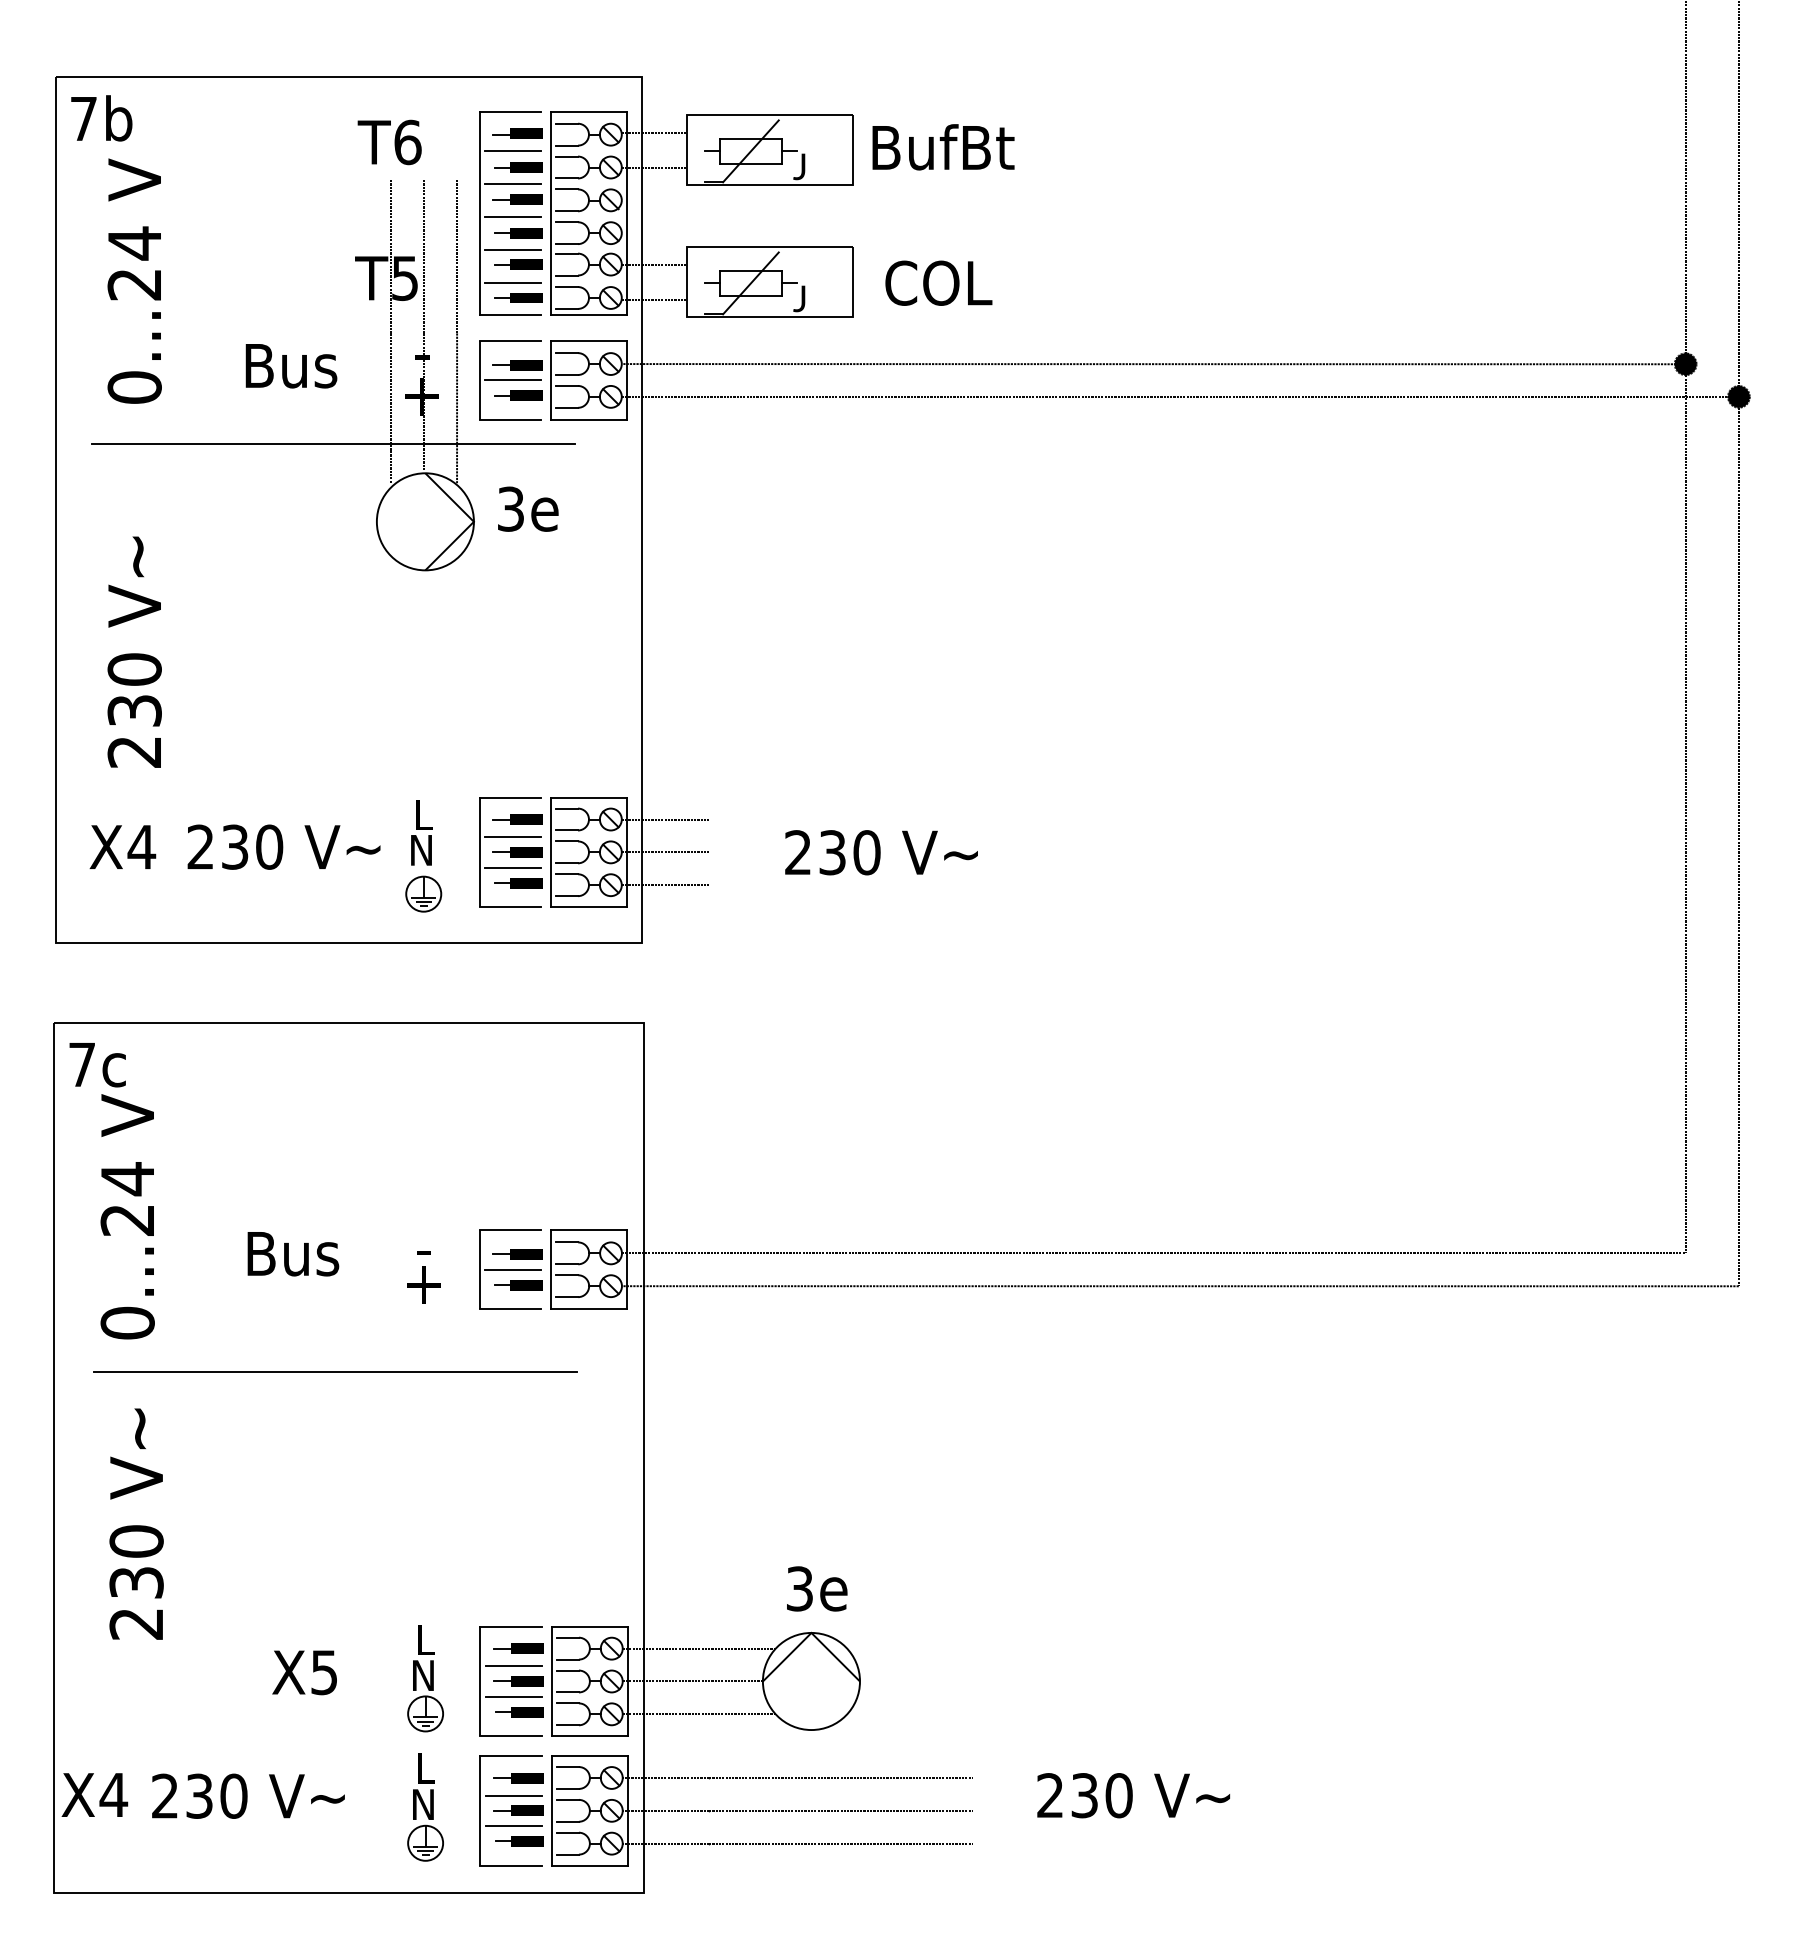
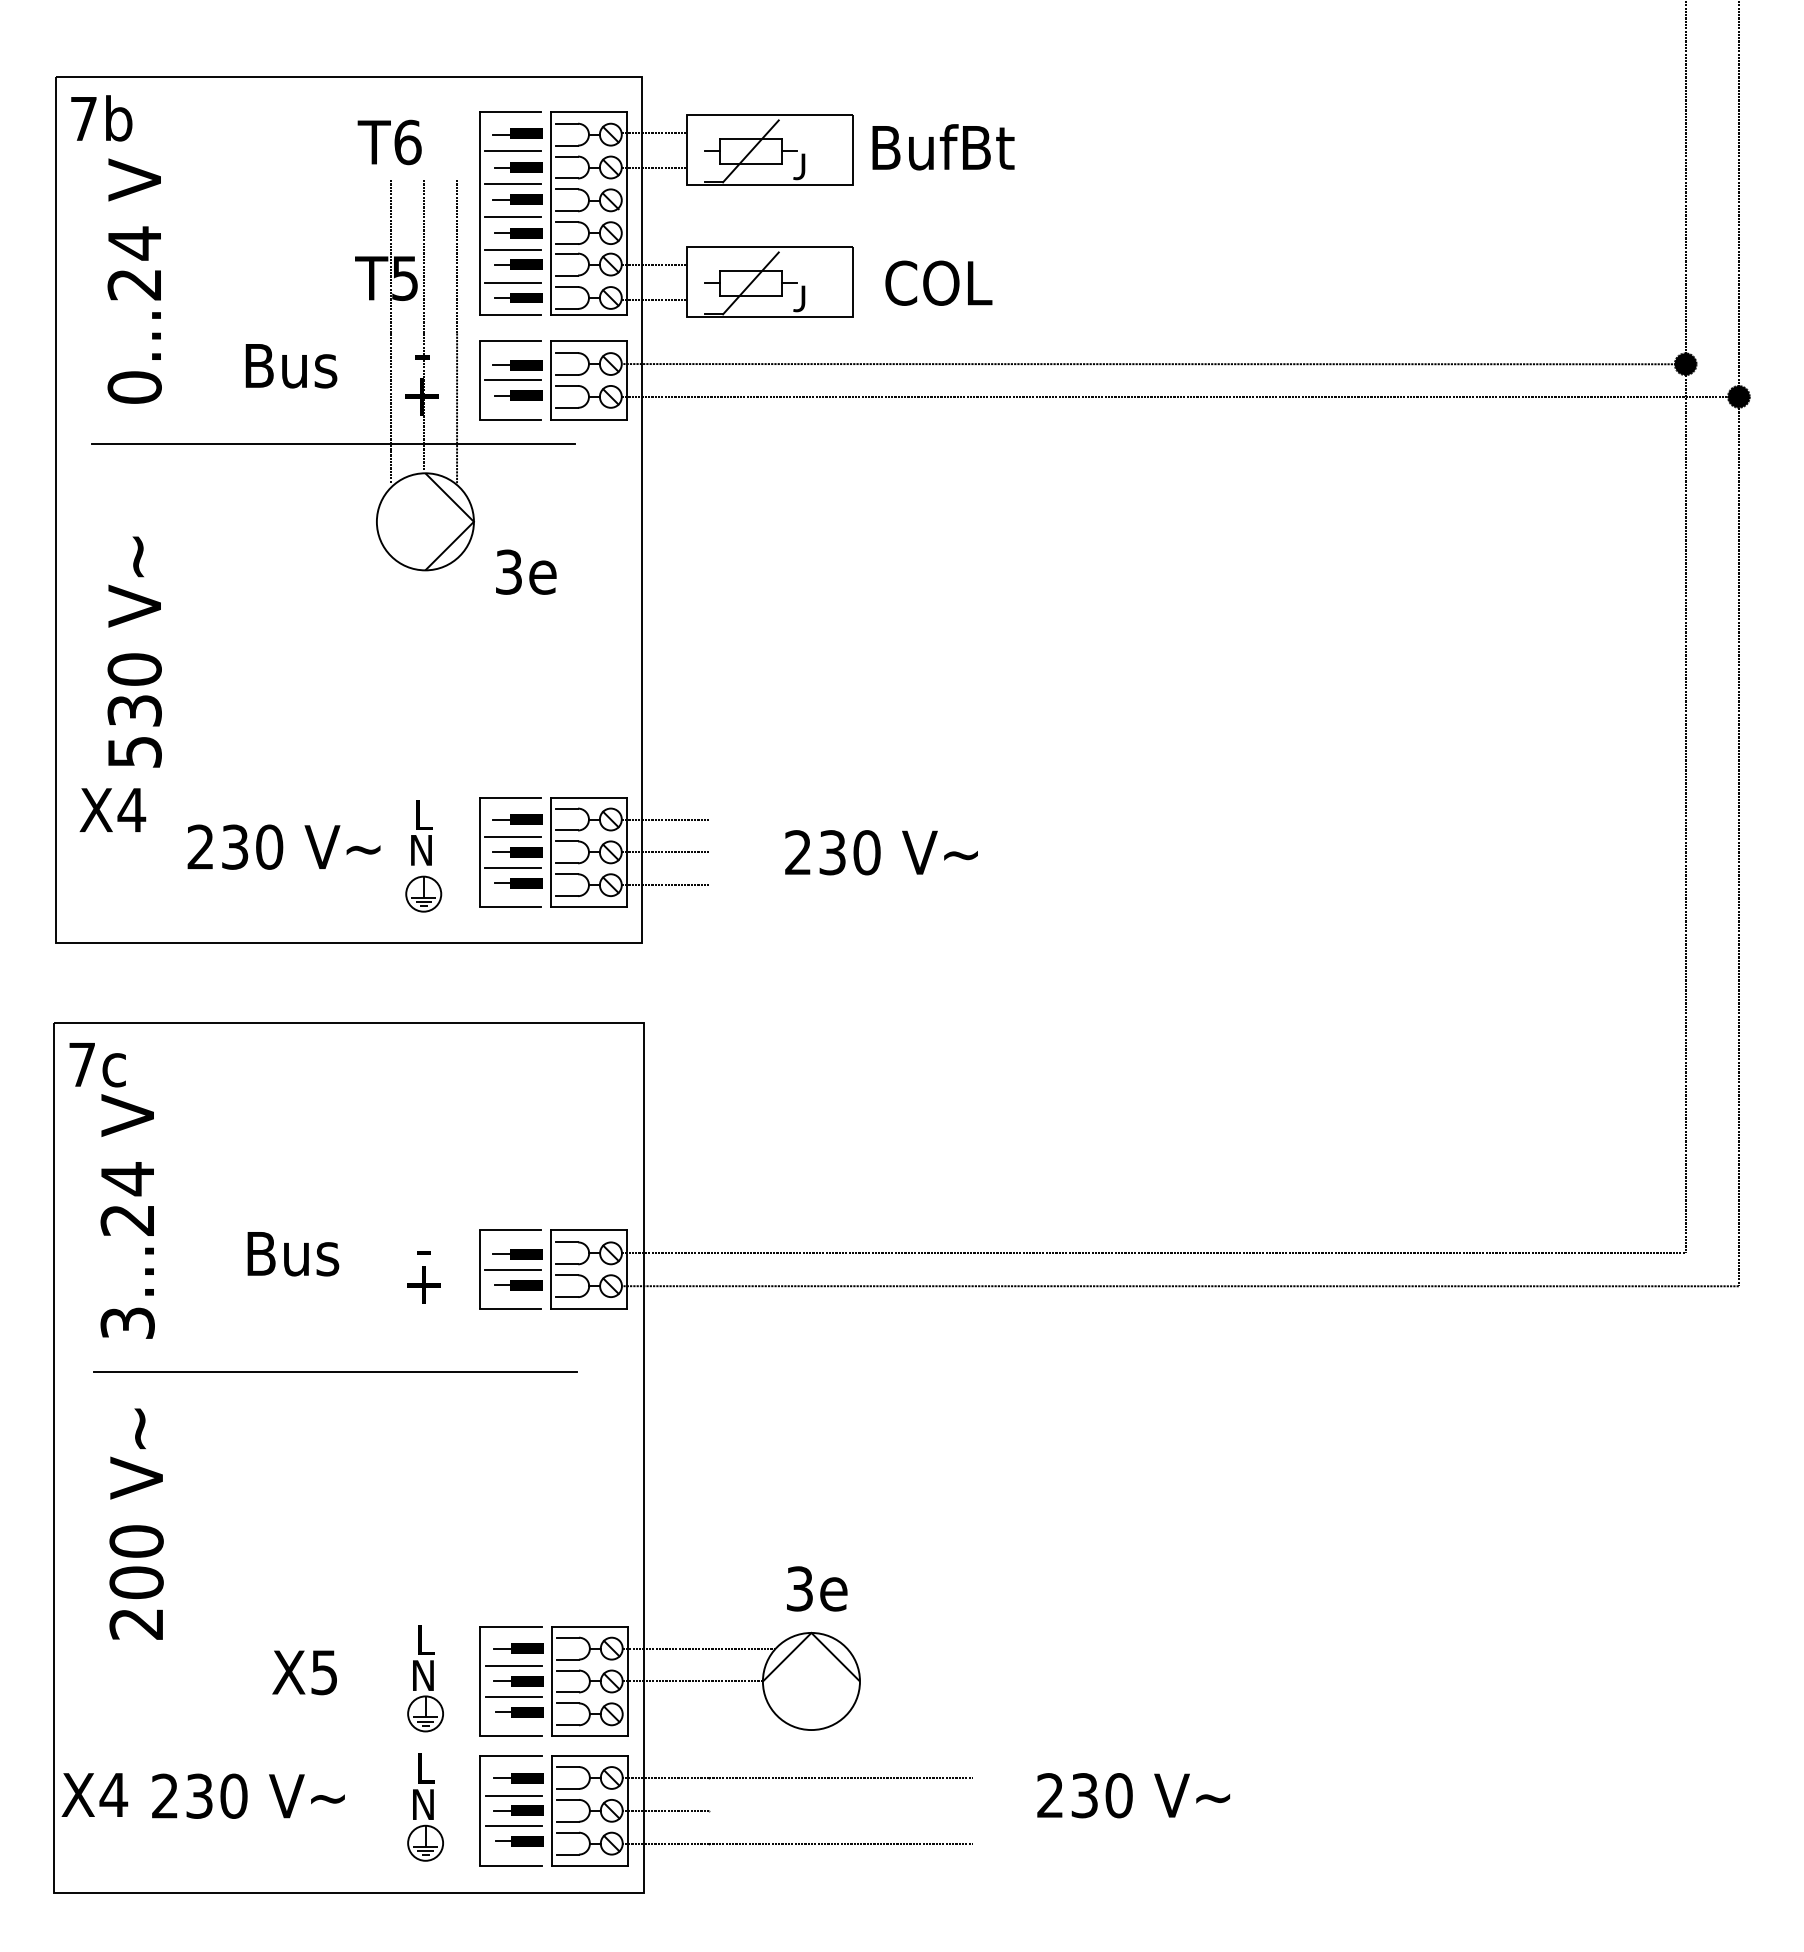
text at (528, 508) position: (528, 508) -> (526, 571)
text at (134, 752): 230 -> 530
text at (122, 846) position: (122, 846) -> (112, 809)
text at (127, 1322): 0...24 -> 3...24
text at (136, 1582): 230 -> 200
line at (698, 1714): present -> none
line at (841, 1810): present -> none
